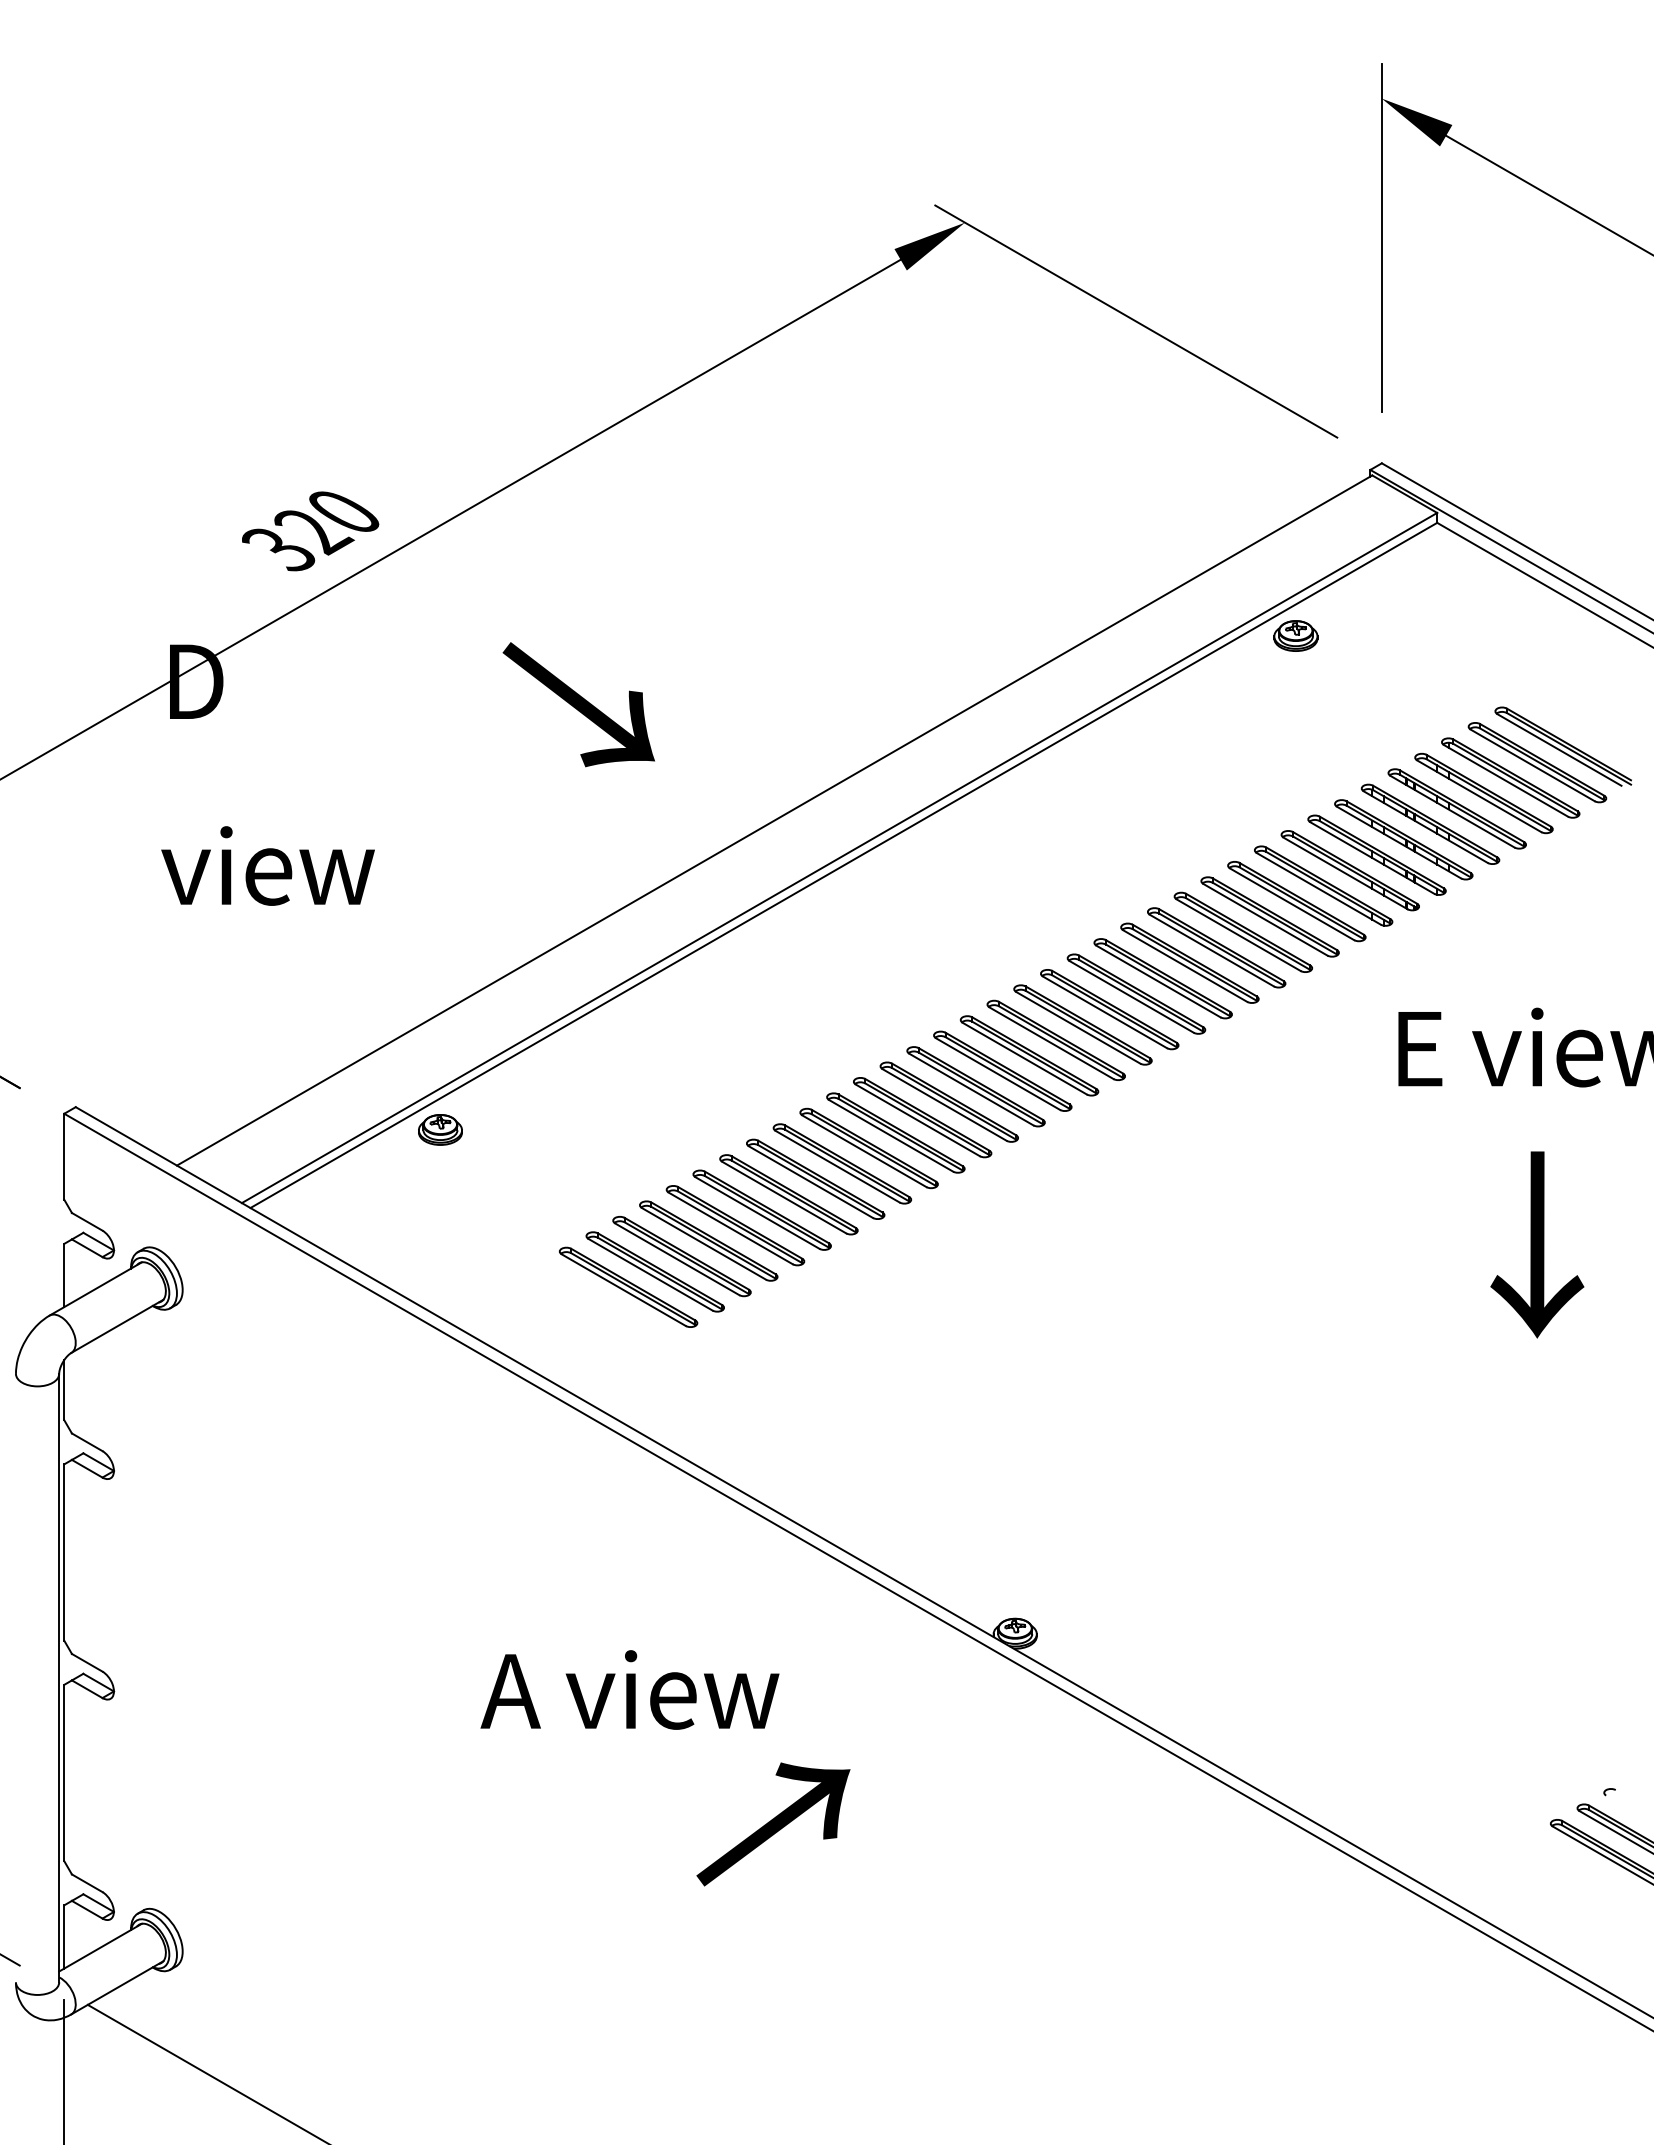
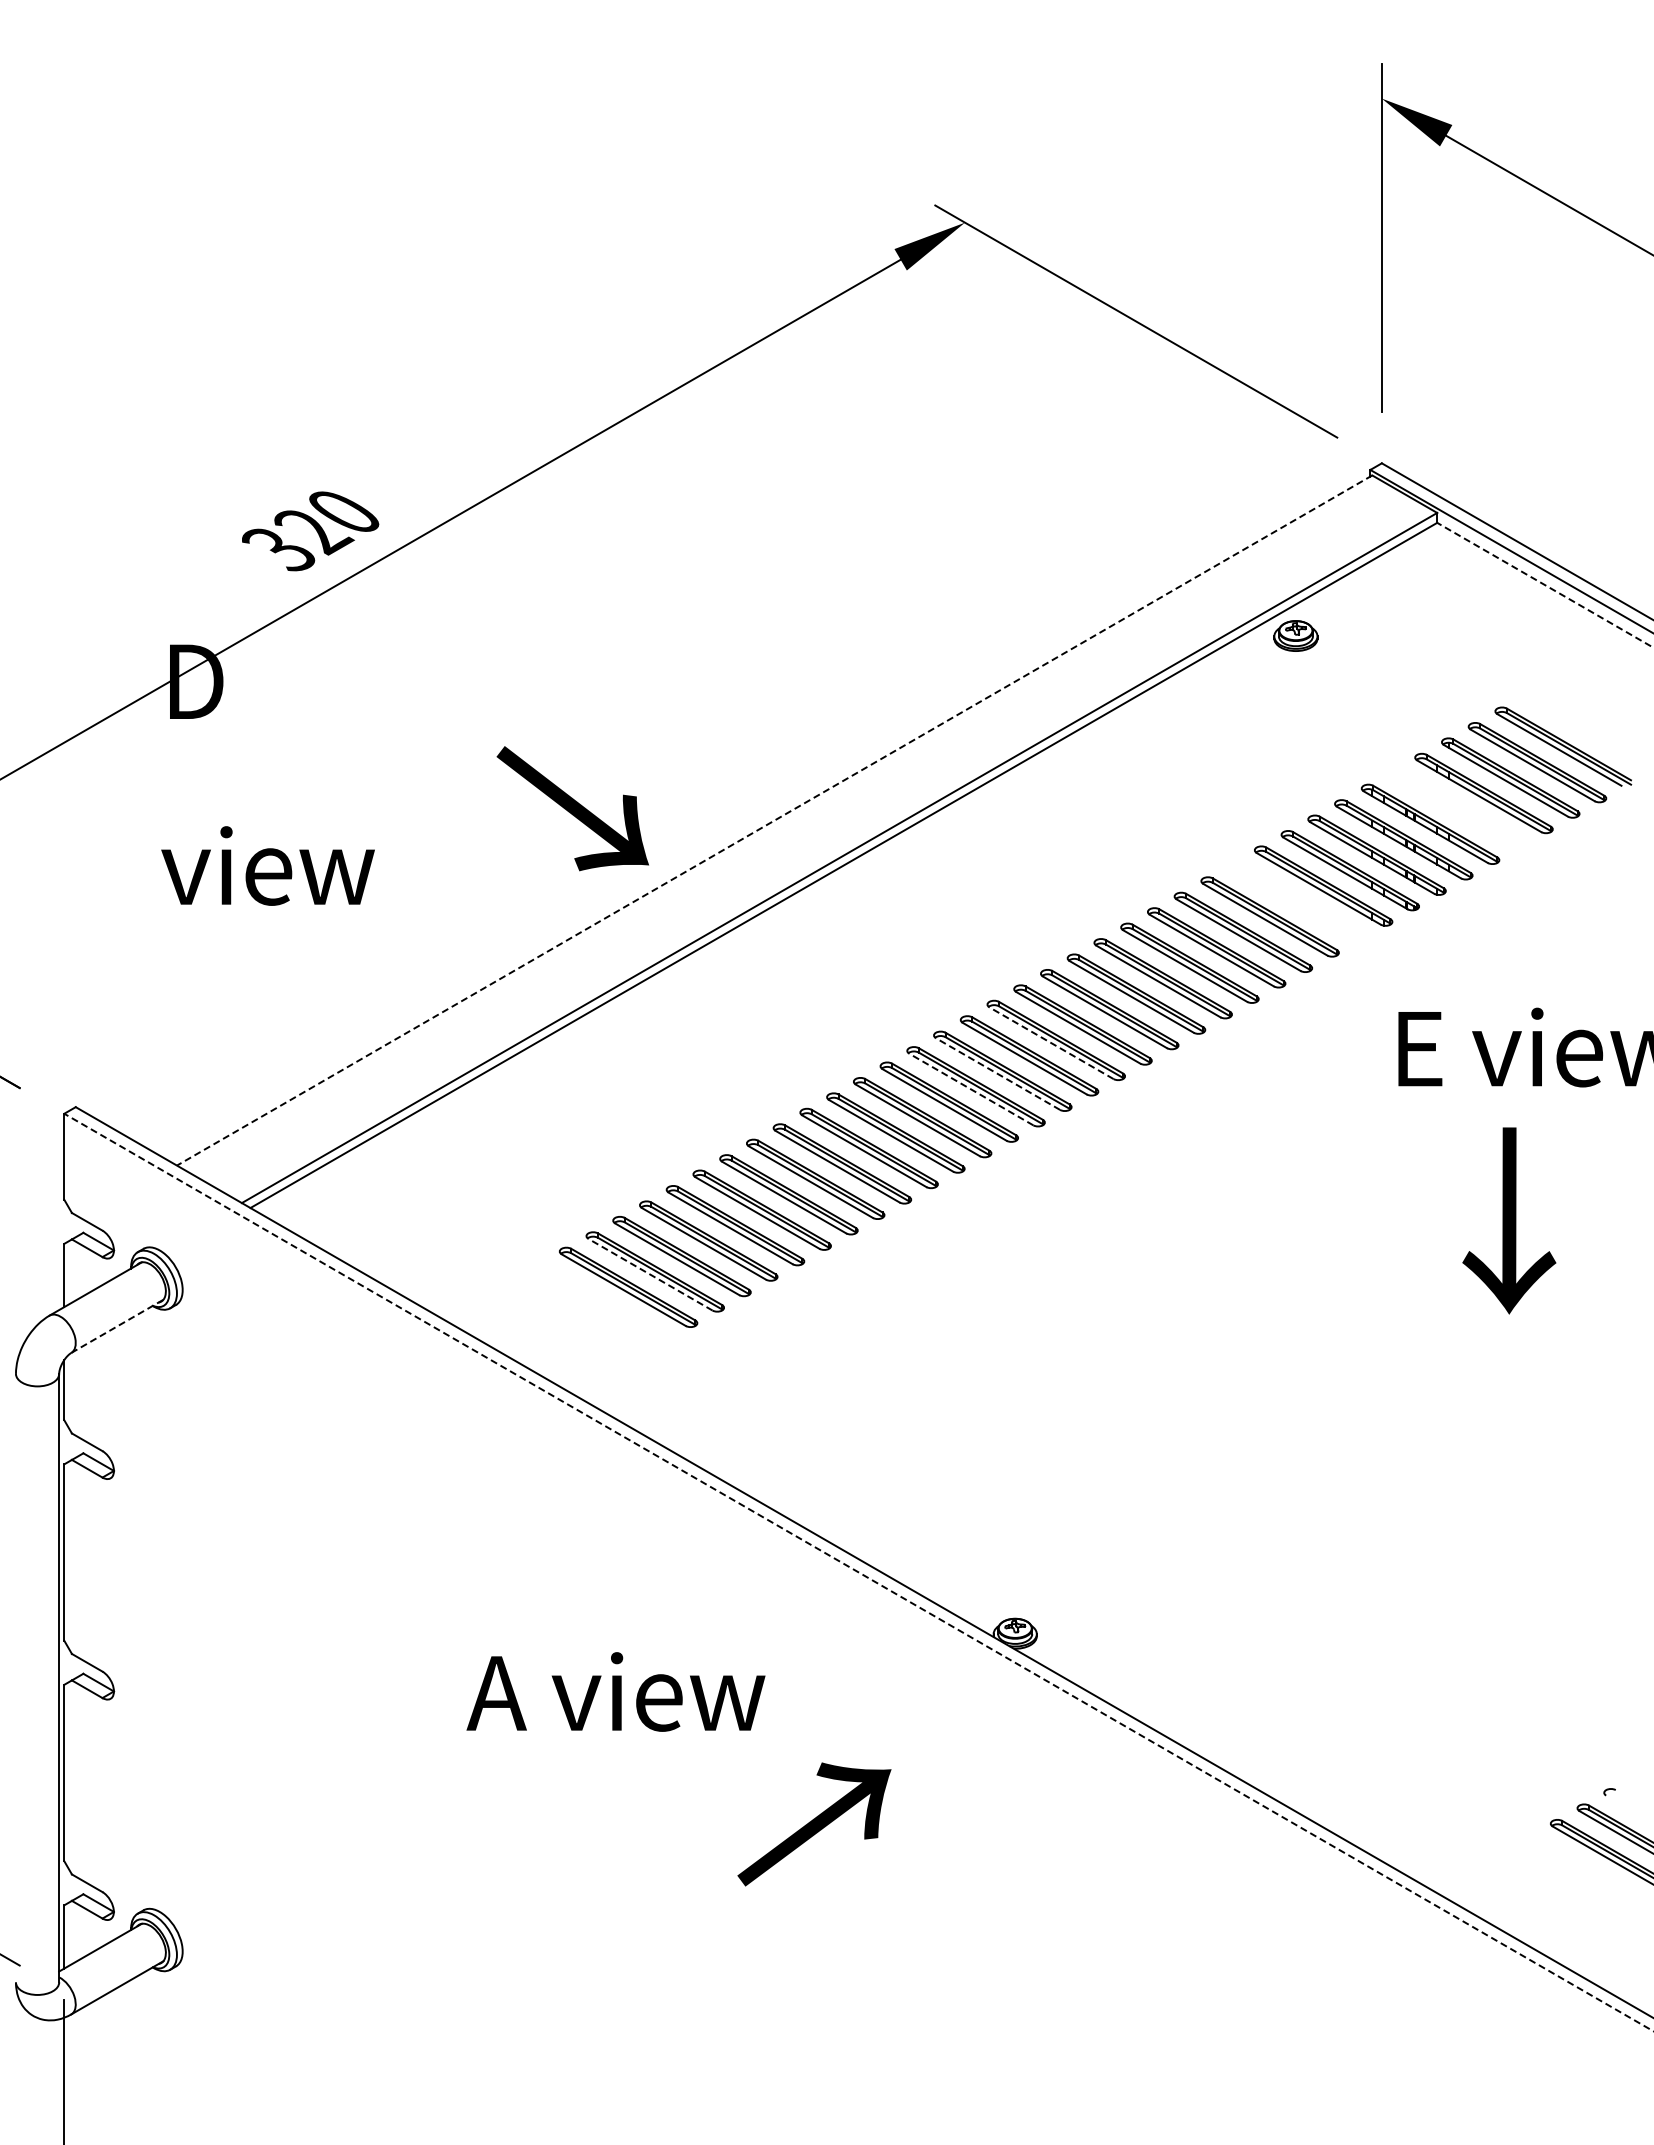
line at (1545, 585): solid -> dashed
text at (578, 704) position: (578, 704) -> (572, 808)
part at (1456, 808): present -> none
line at (774, 820): solid -> dashed
part at (1296, 901): present -> none
line at (1051, 1043): solid -> dashed
line at (998, 1074): solid -> dashed
line at (971, 1089): solid -> dashed
part at (440, 1129): present -> none
text at (1537, 1244) position: (1537, 1244) -> (1509, 1220)
line at (650, 1274): solid -> dashed
line at (117, 1326): solid -> dashed
line at (858, 1572): solid -> dashed
text at (629, 1689) position: (629, 1689) -> (615, 1691)
text at (773, 1824) position: (773, 1824) -> (814, 1824)
line at (206, 2072): present -> none
